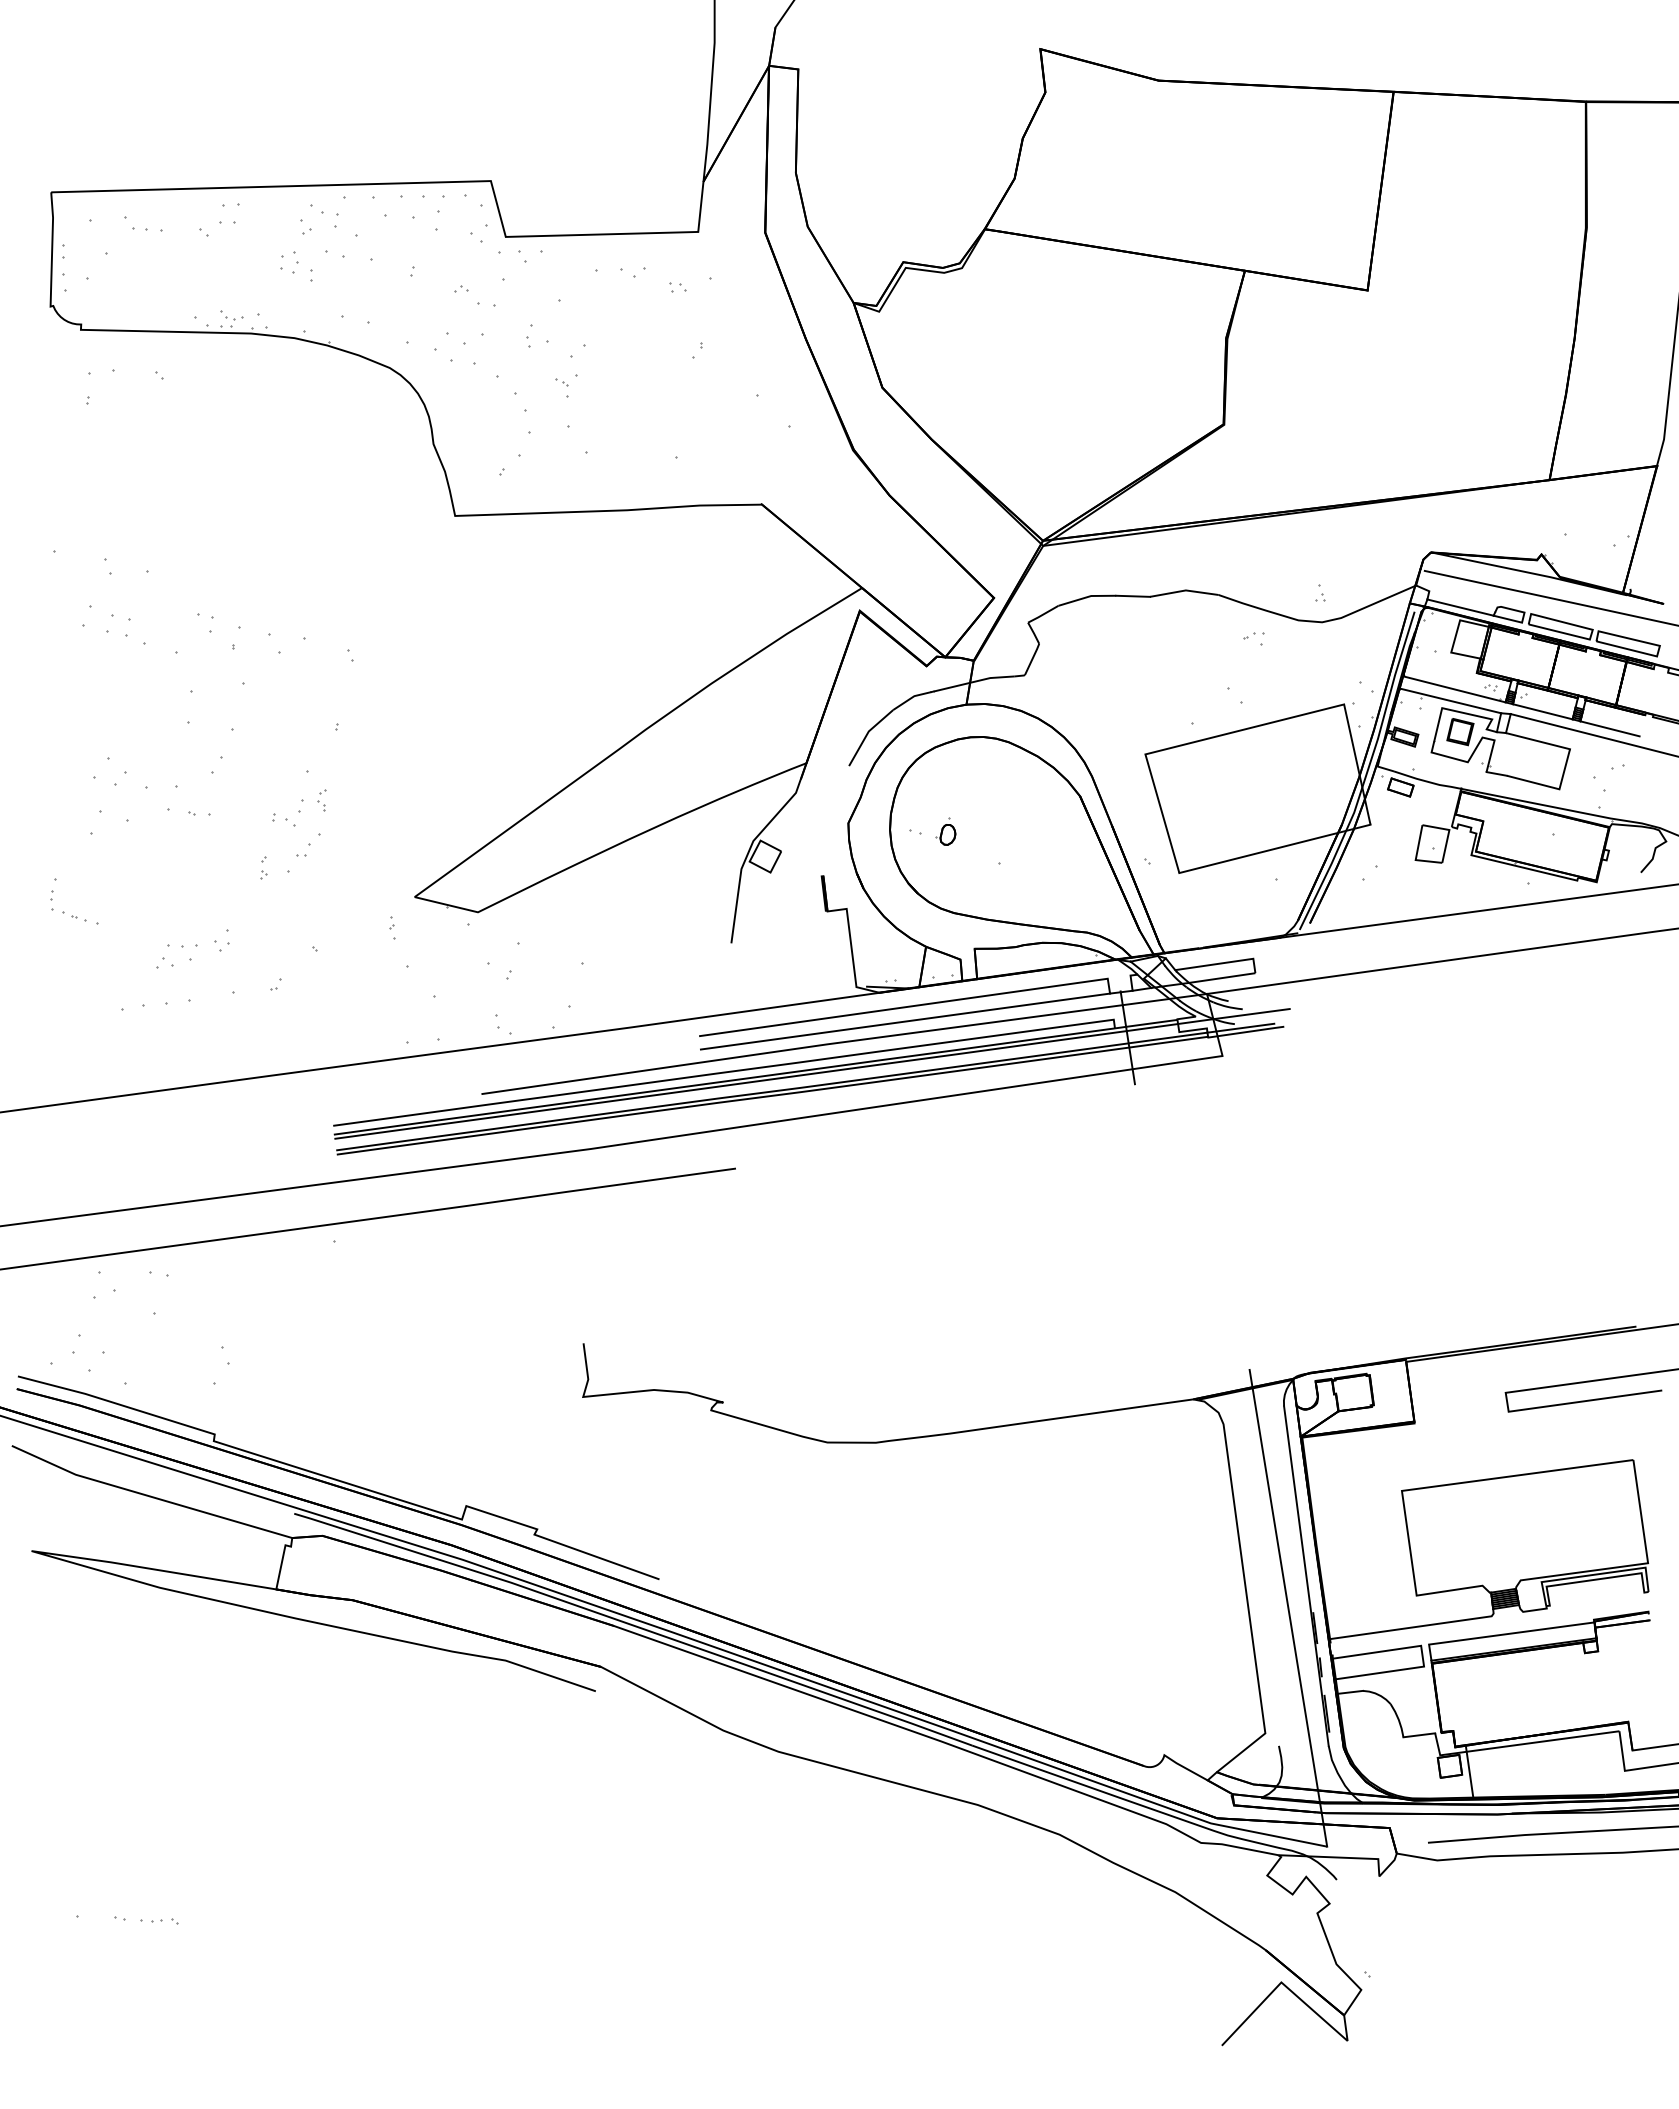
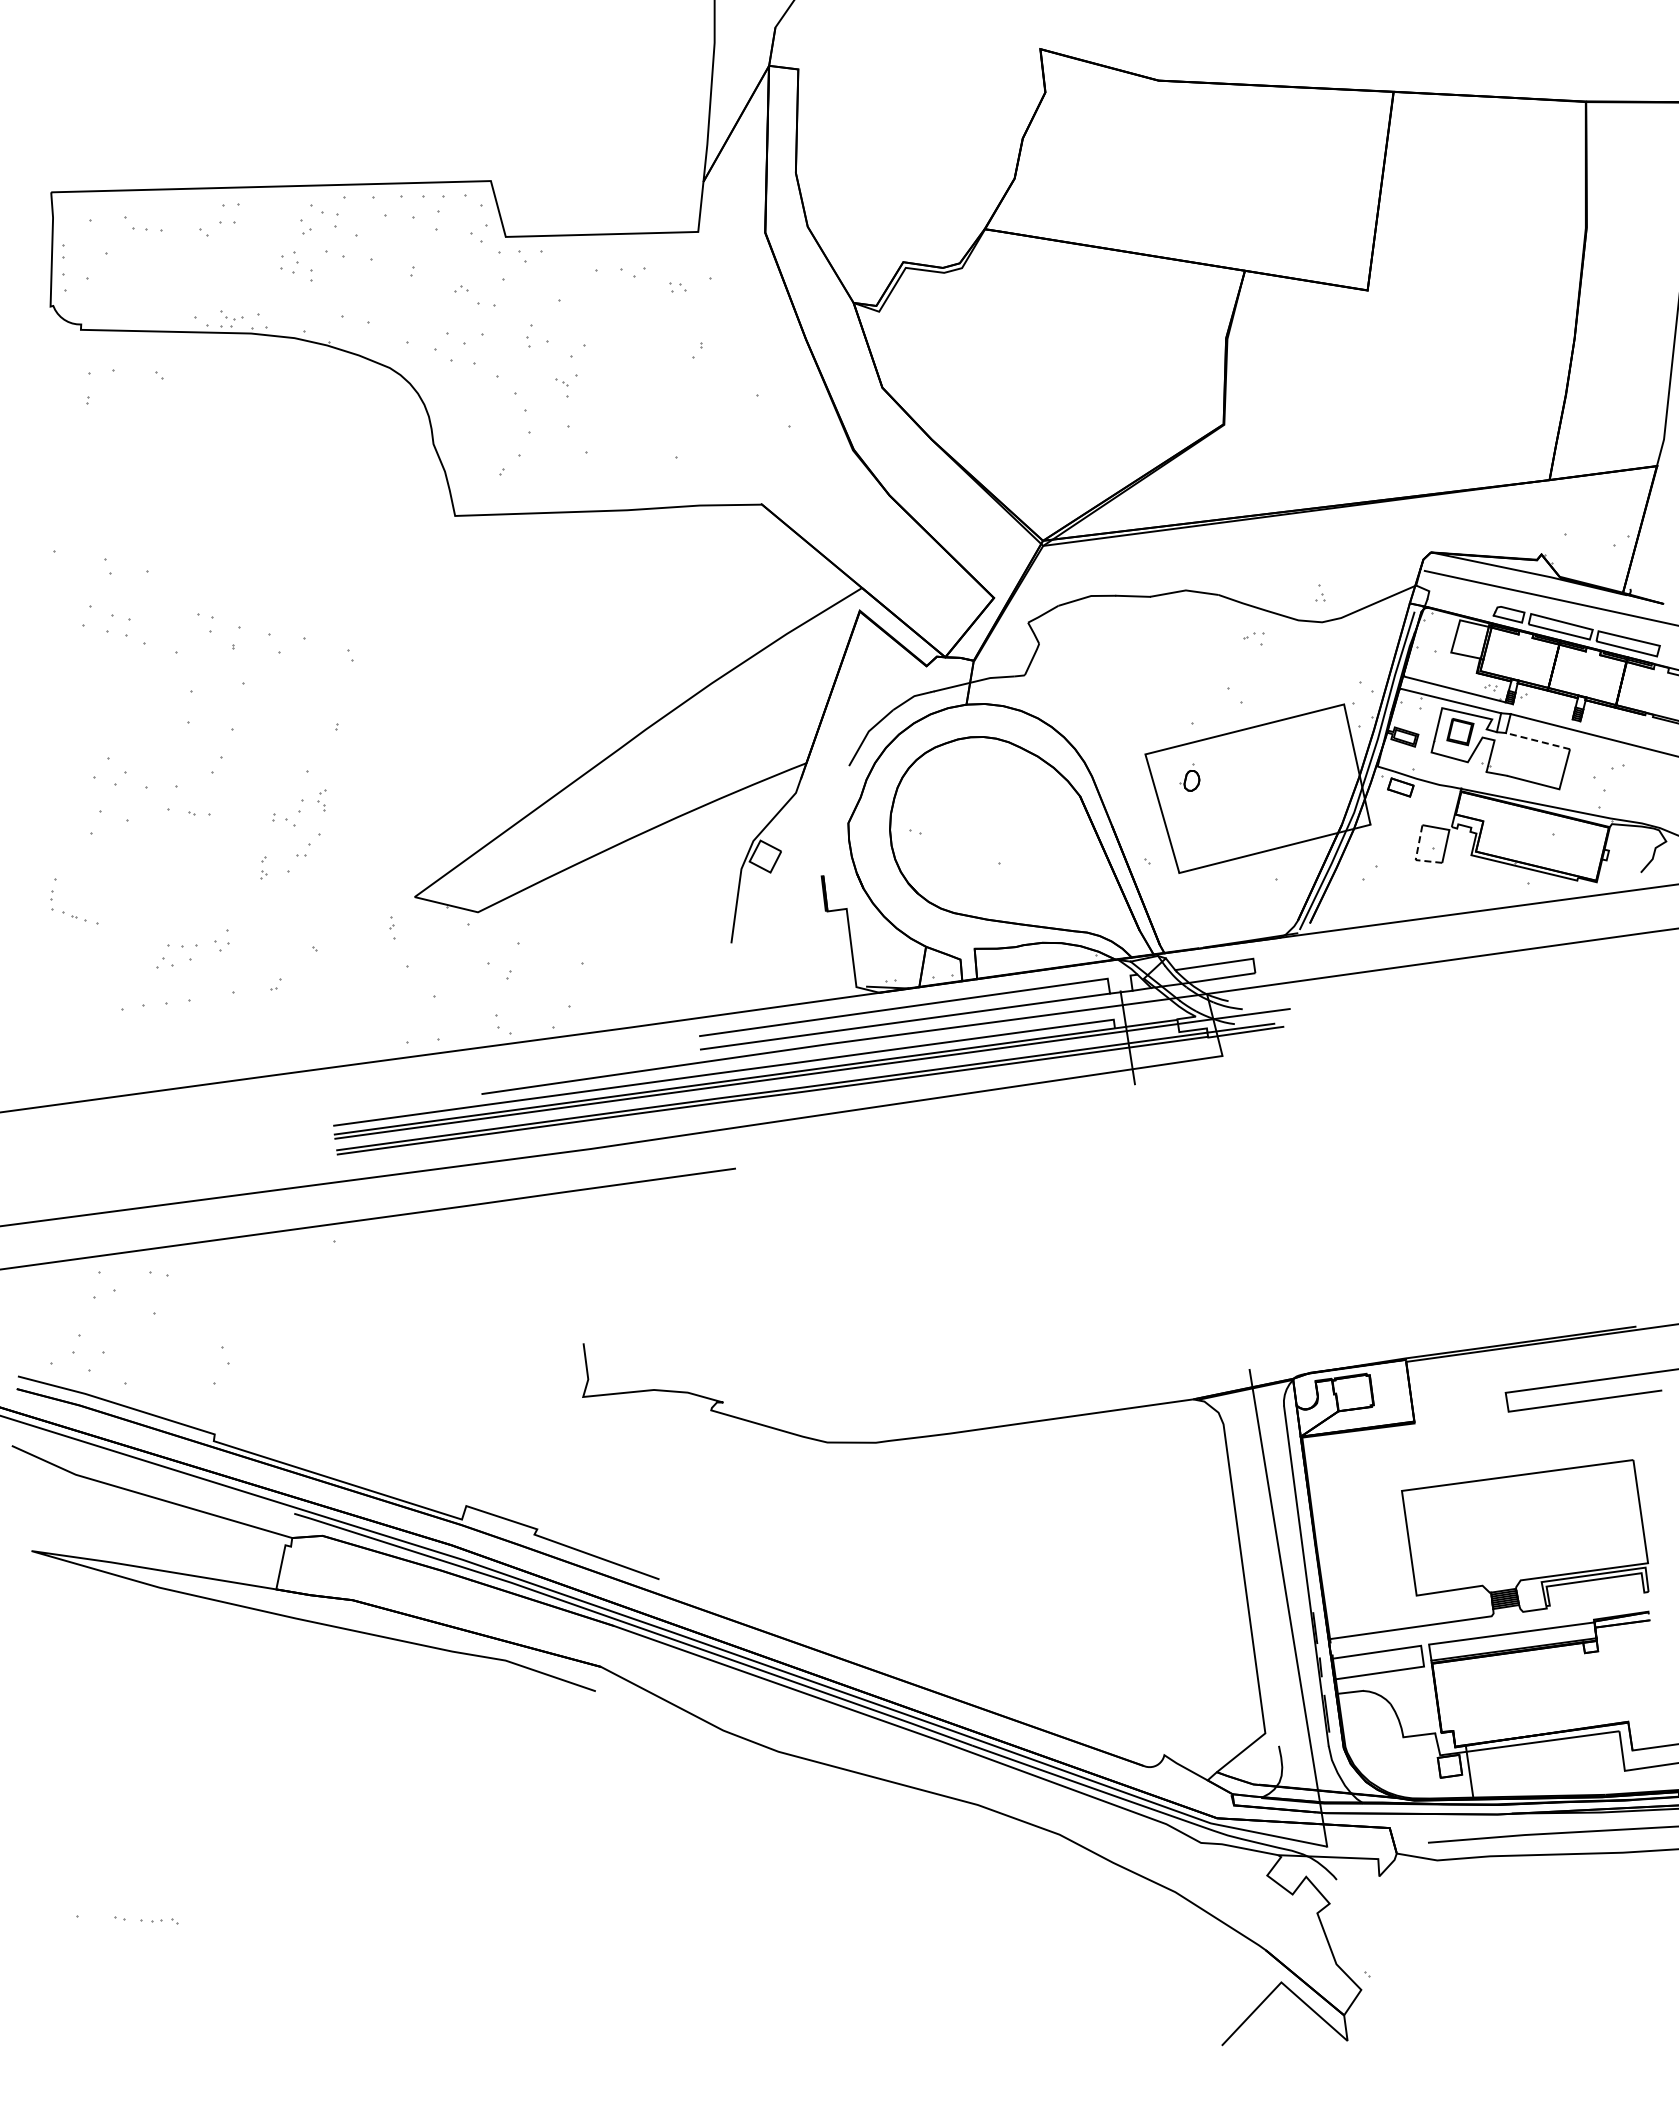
line at (1460, 607): present -> none
line at (1542, 711): present -> none
line at (1609, 728): present -> none
line at (1537, 741): solid -> dashed
part at (945, 831) position: (945, 831) -> (1189, 777)
line at (1416, 856): solid -> dashed
